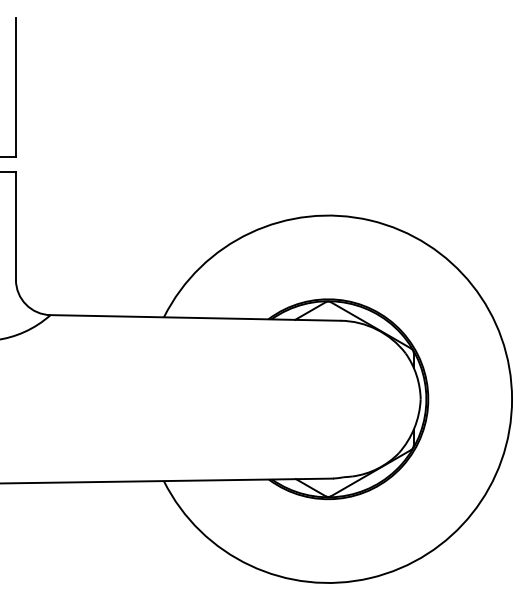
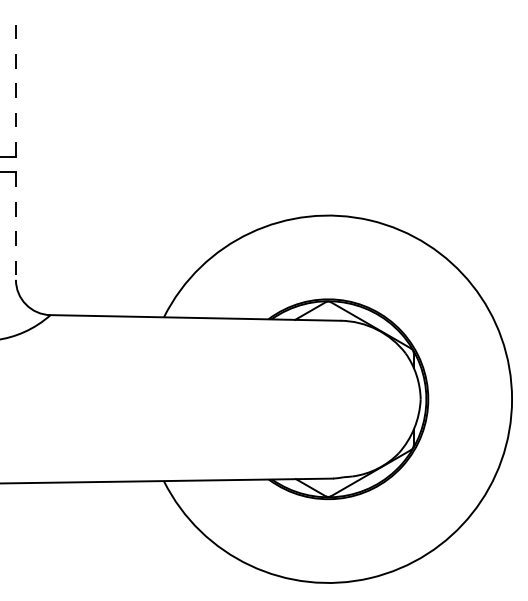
line at (15, 86): solid -> dashed
line at (15, 226): solid -> dashed
